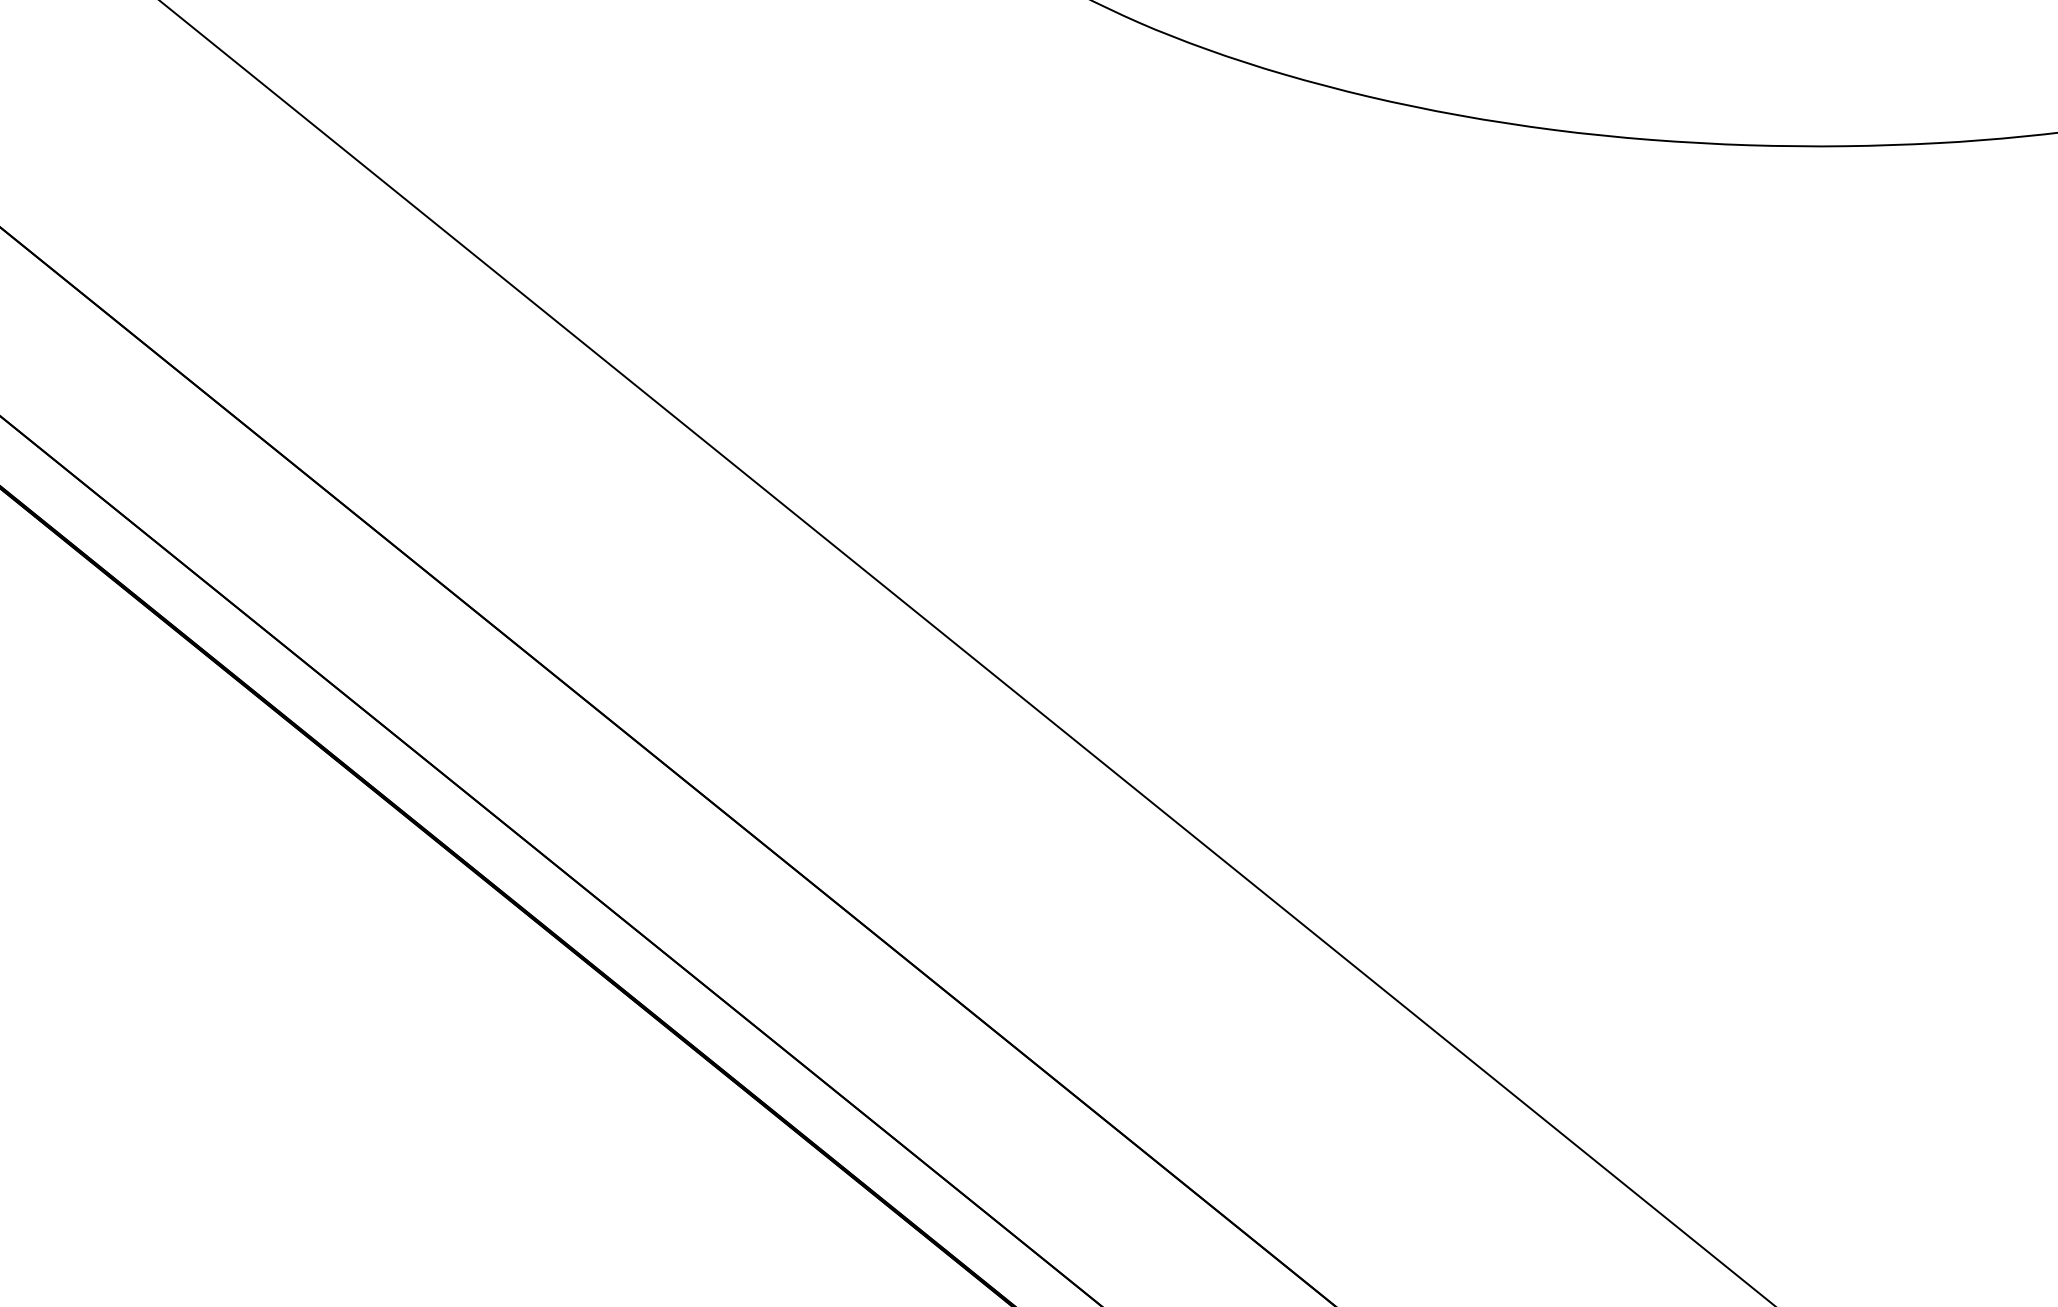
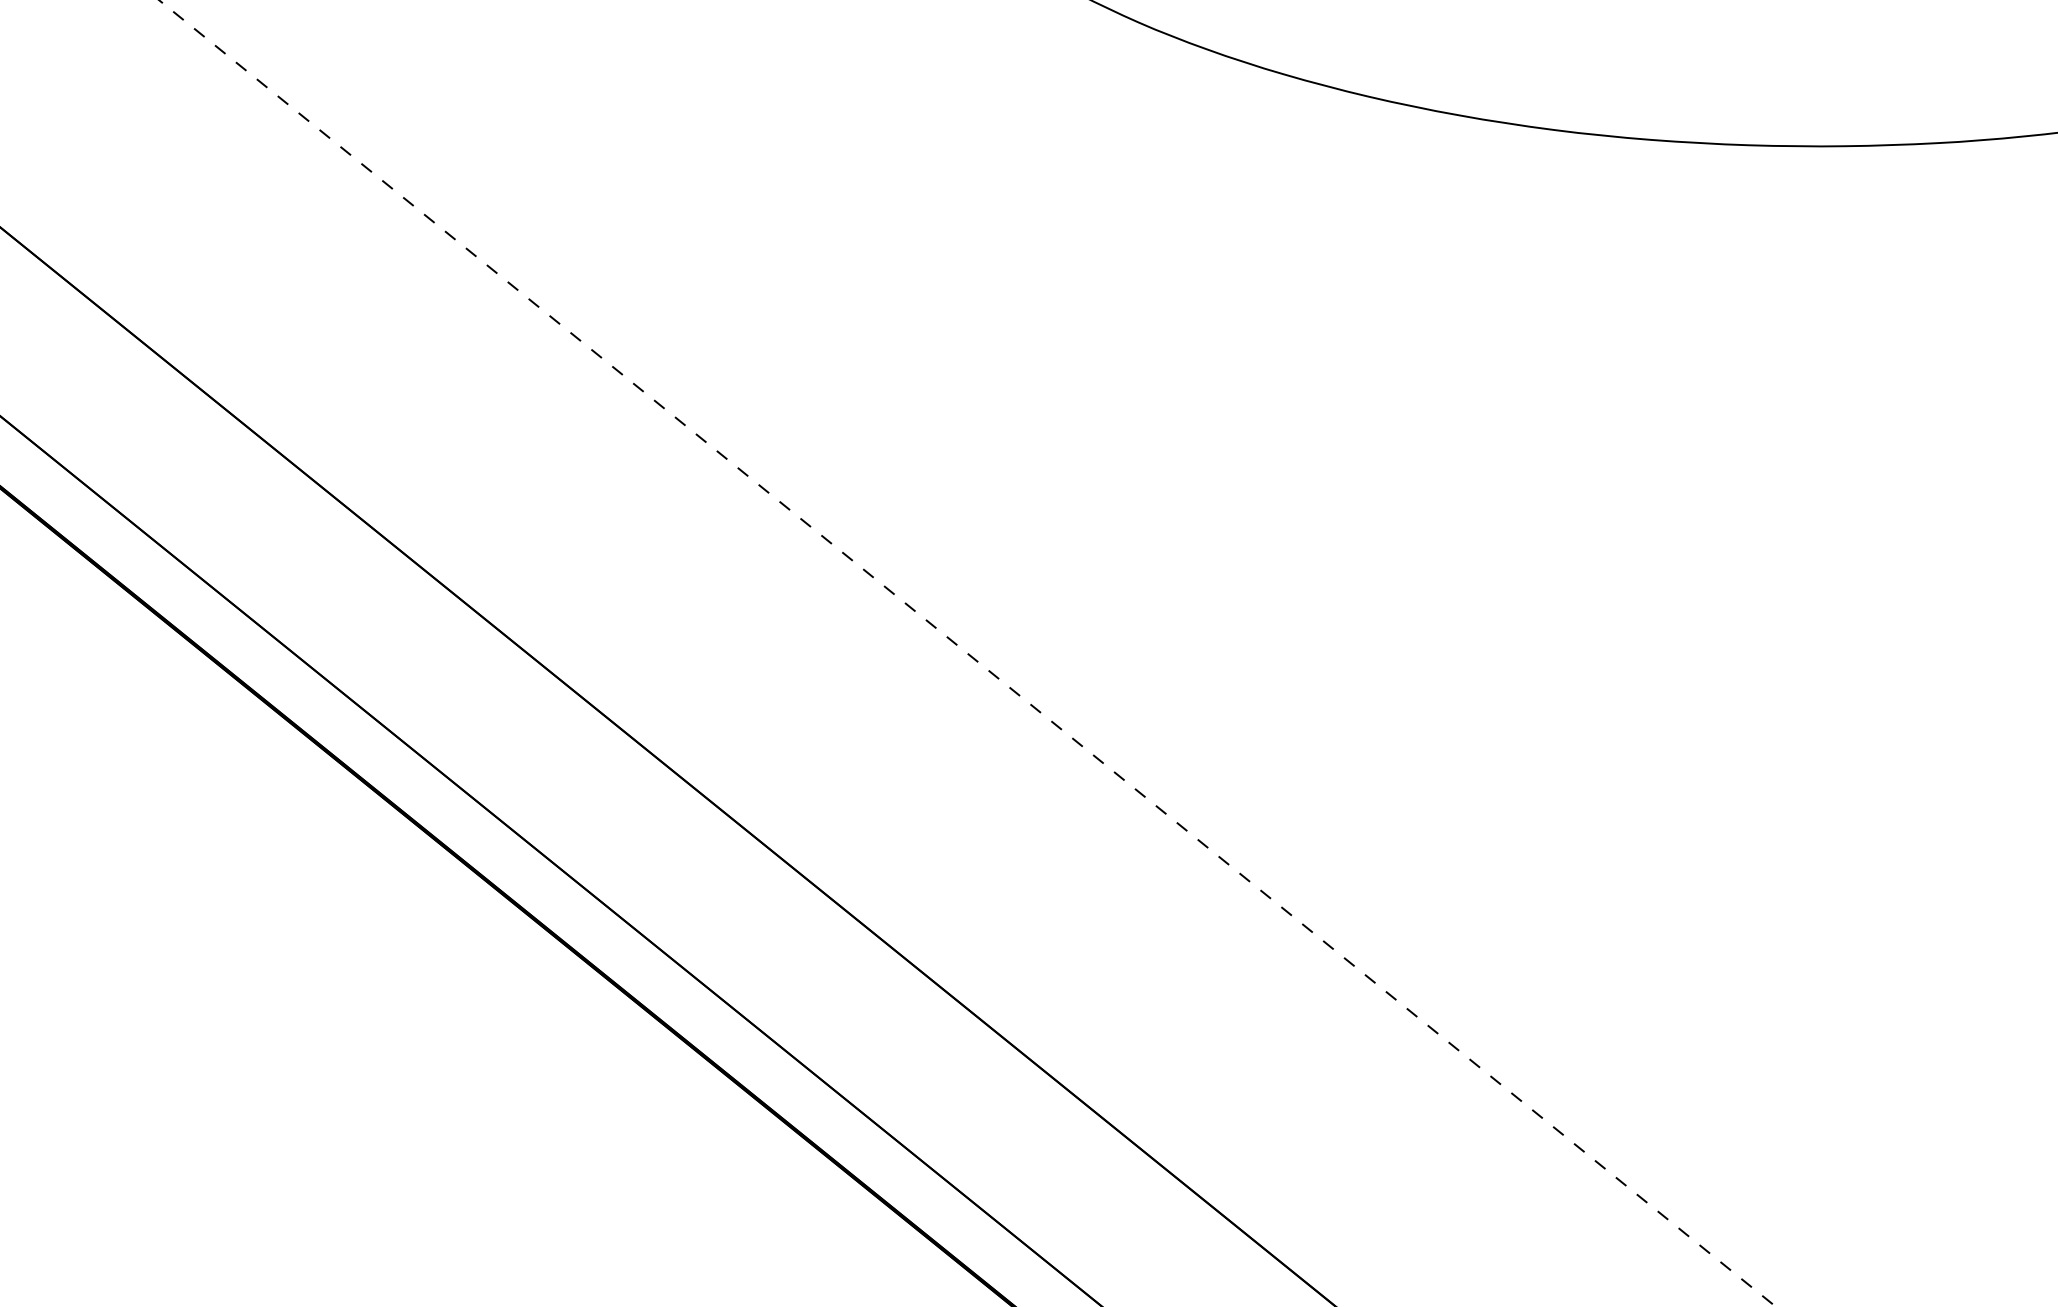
line at (968, 654): solid -> dashed
